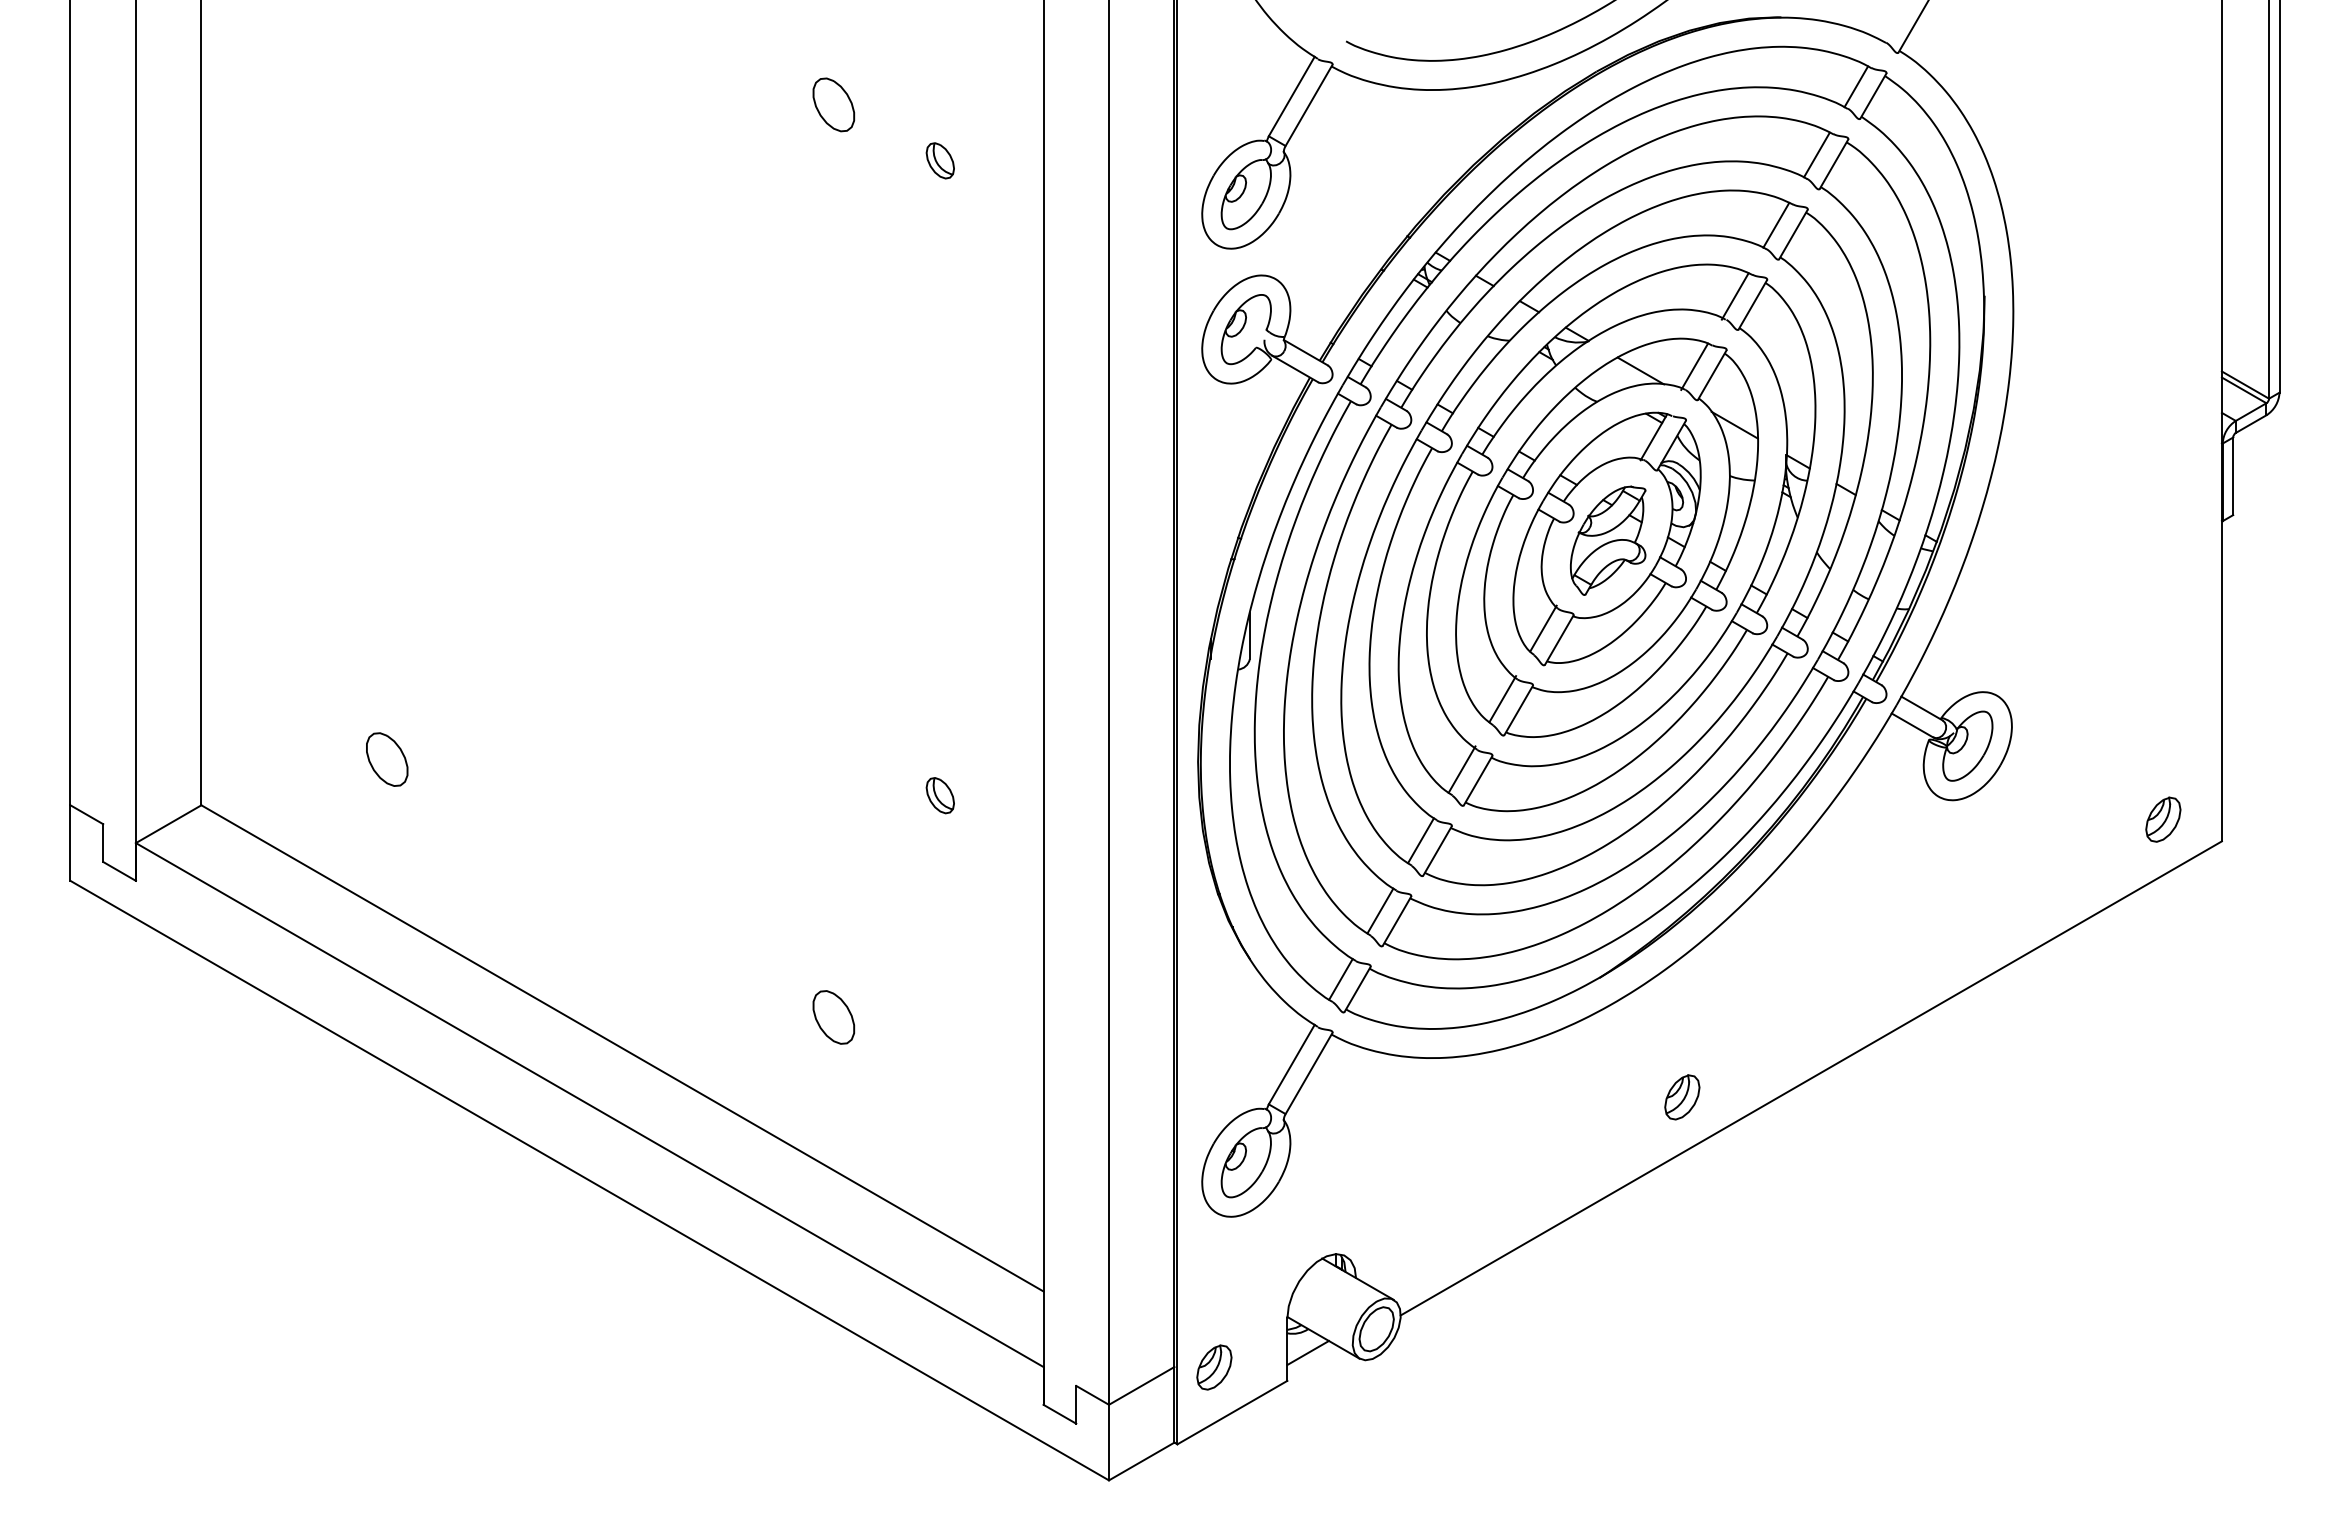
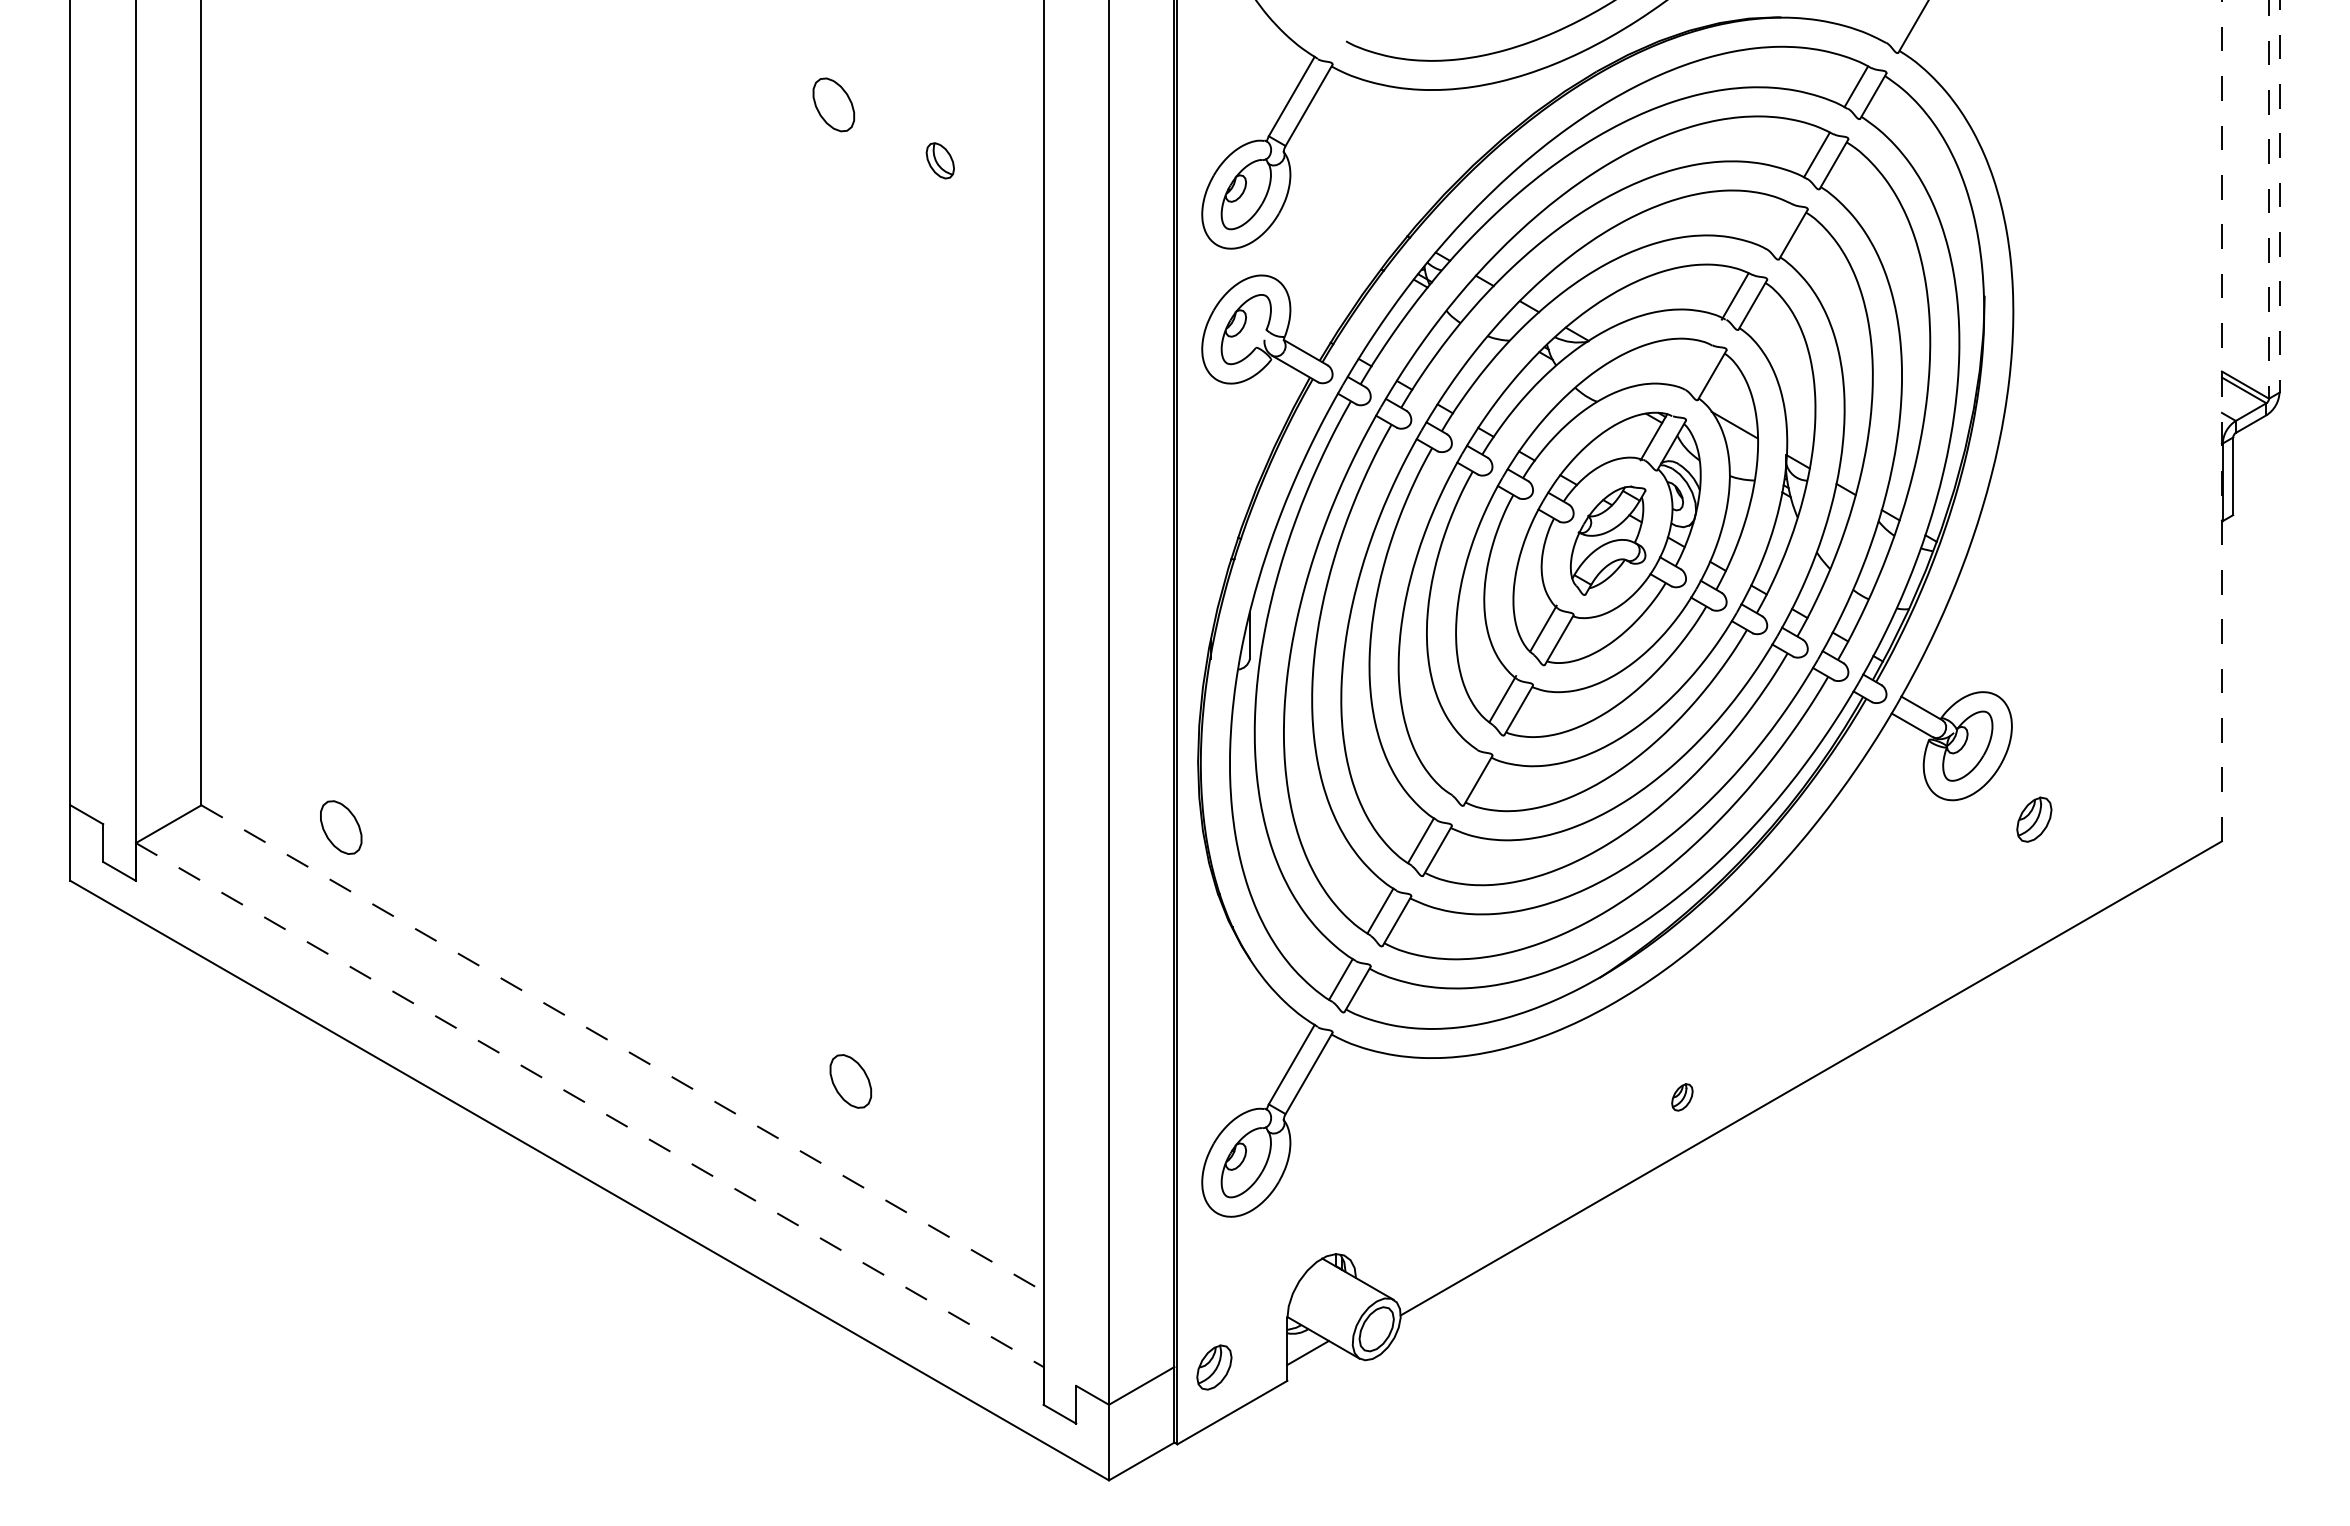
line at (2279, 196): solid -> dashed
line at (2269, 199): solid -> dashed
line at (1776, 224): present -> none
line at (1694, 366): present -> none
line at (1640, 370): present -> none
line at (2221, 420): solid -> dashed
part at (387, 759) position: (387, 759) -> (341, 827)
line at (1461, 769): present -> none
part at (939, 795): present -> none
part at (2163, 819) position: (2163, 819) -> (2034, 819)
part at (833, 1017) position: (833, 1017) -> (850, 1081)
line at (622, 1048): solid -> dashed
part at (1682, 1097) size: 37x47 px -> 23x29 px
line at (589, 1105): solid -> dashed
